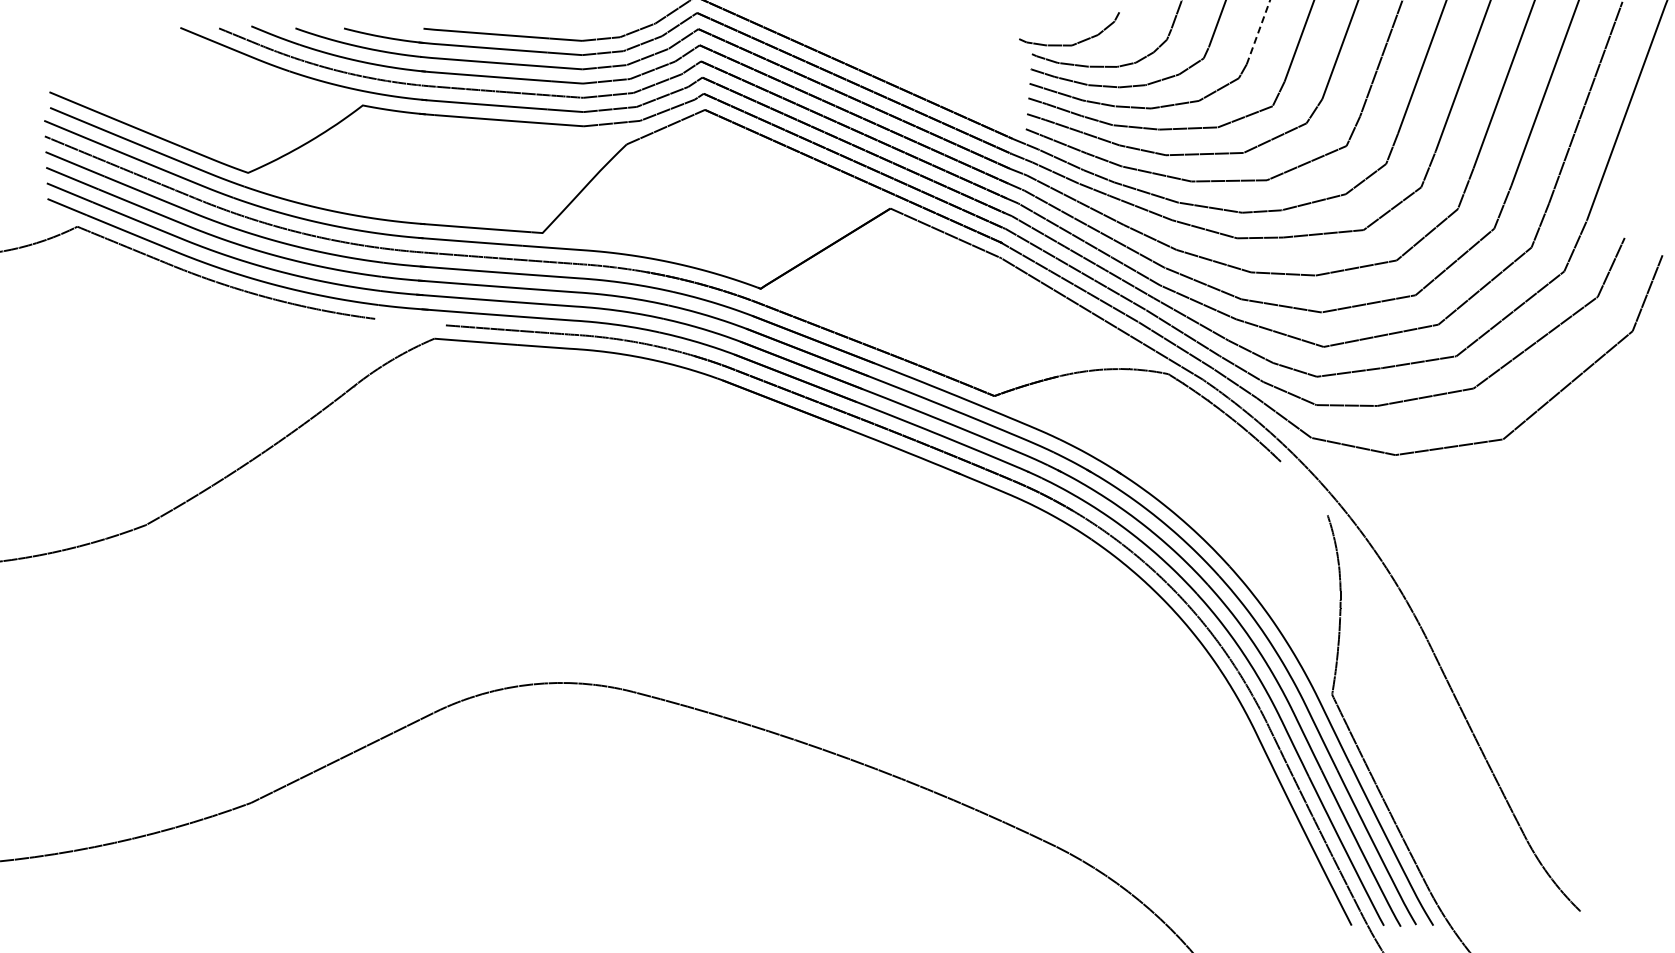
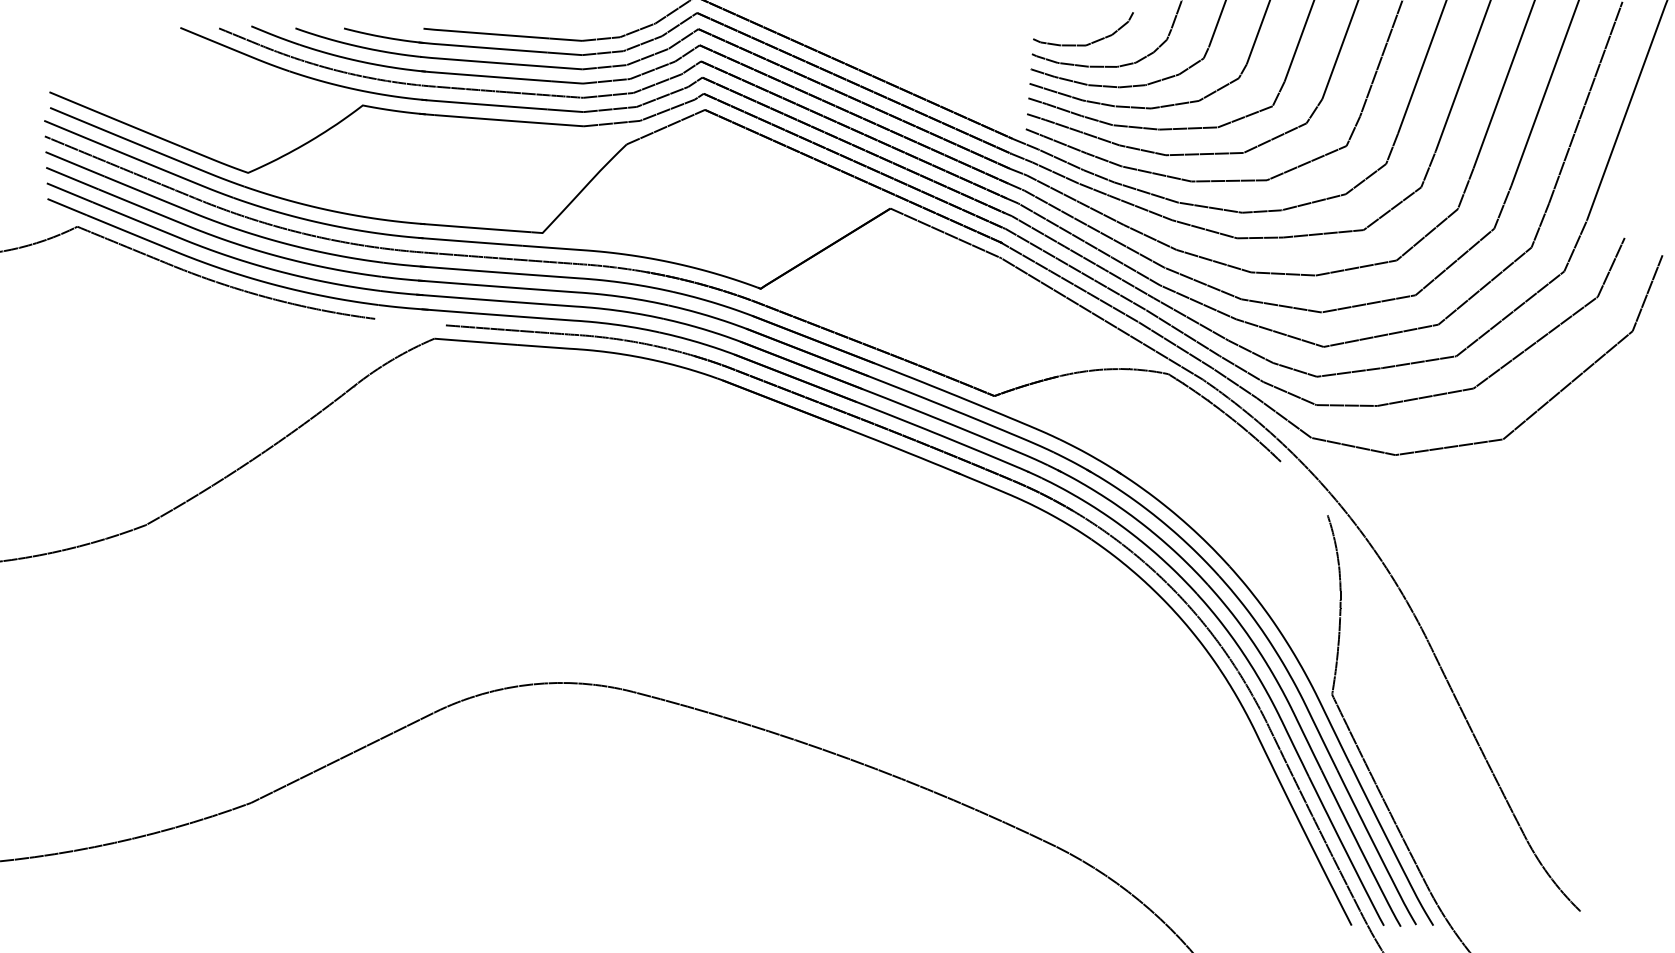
line at (1258, 32): dashed -> solid
curve at (1073, 43) position: (1073, 43) -> (1087, 43)
